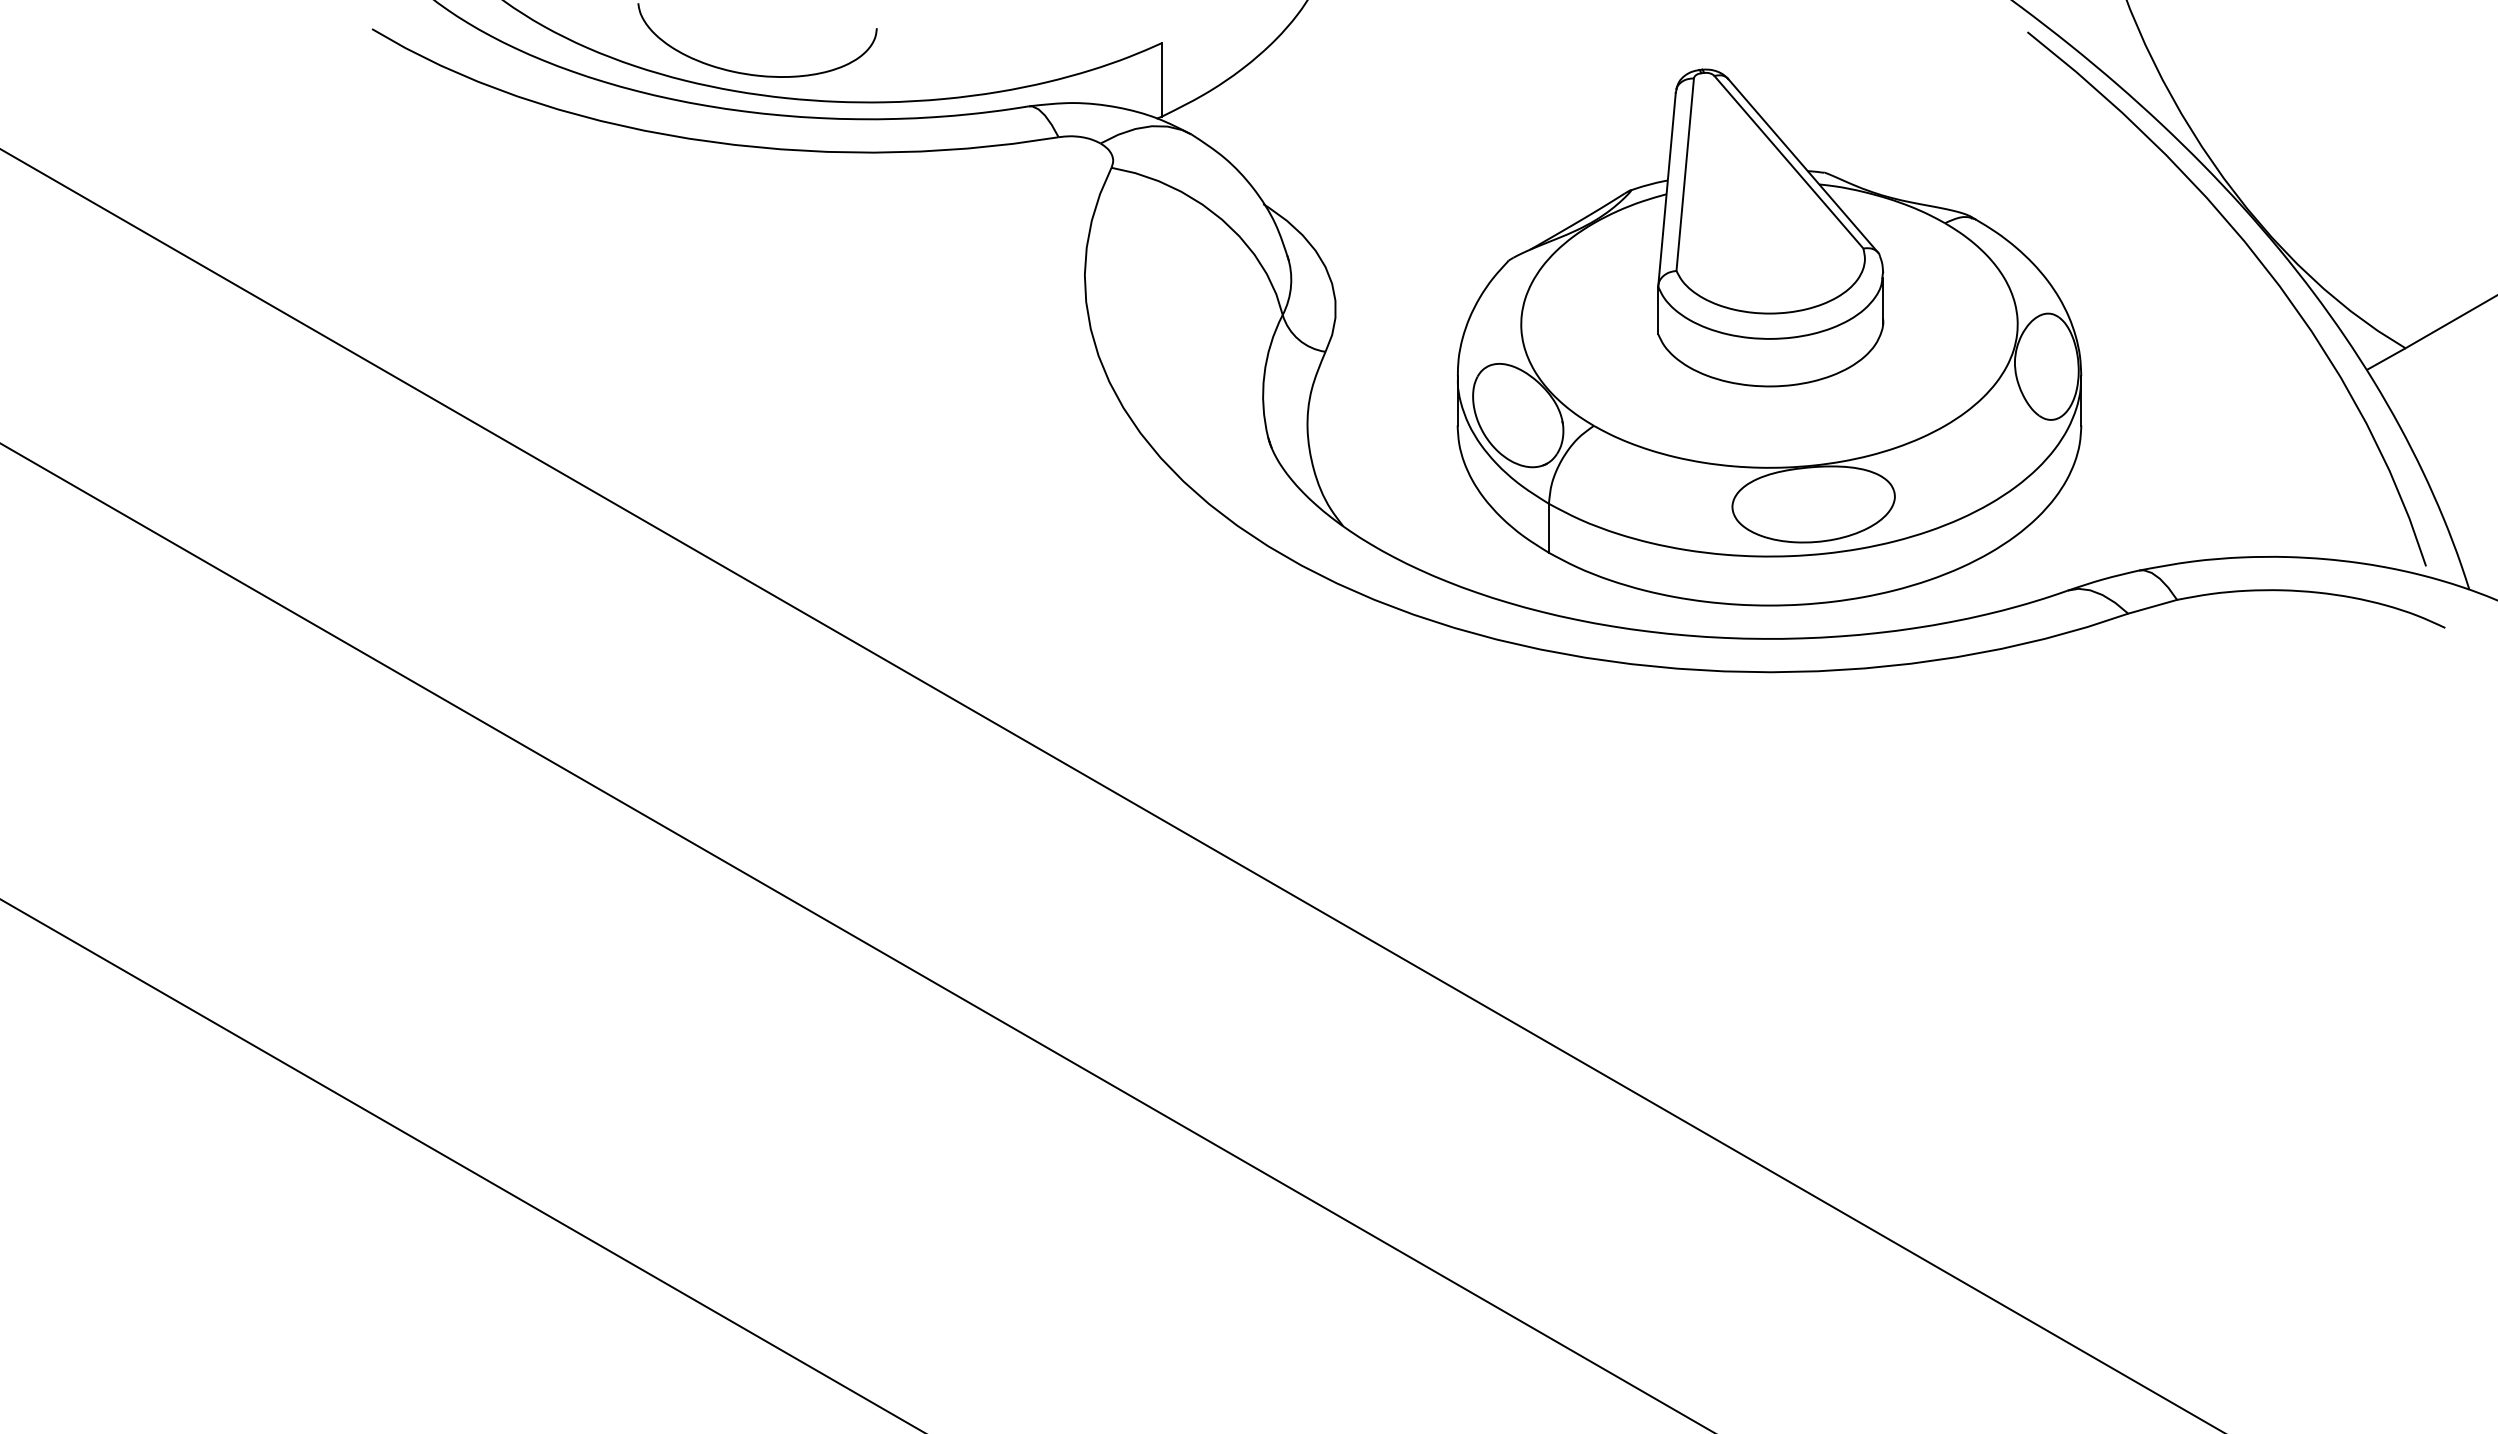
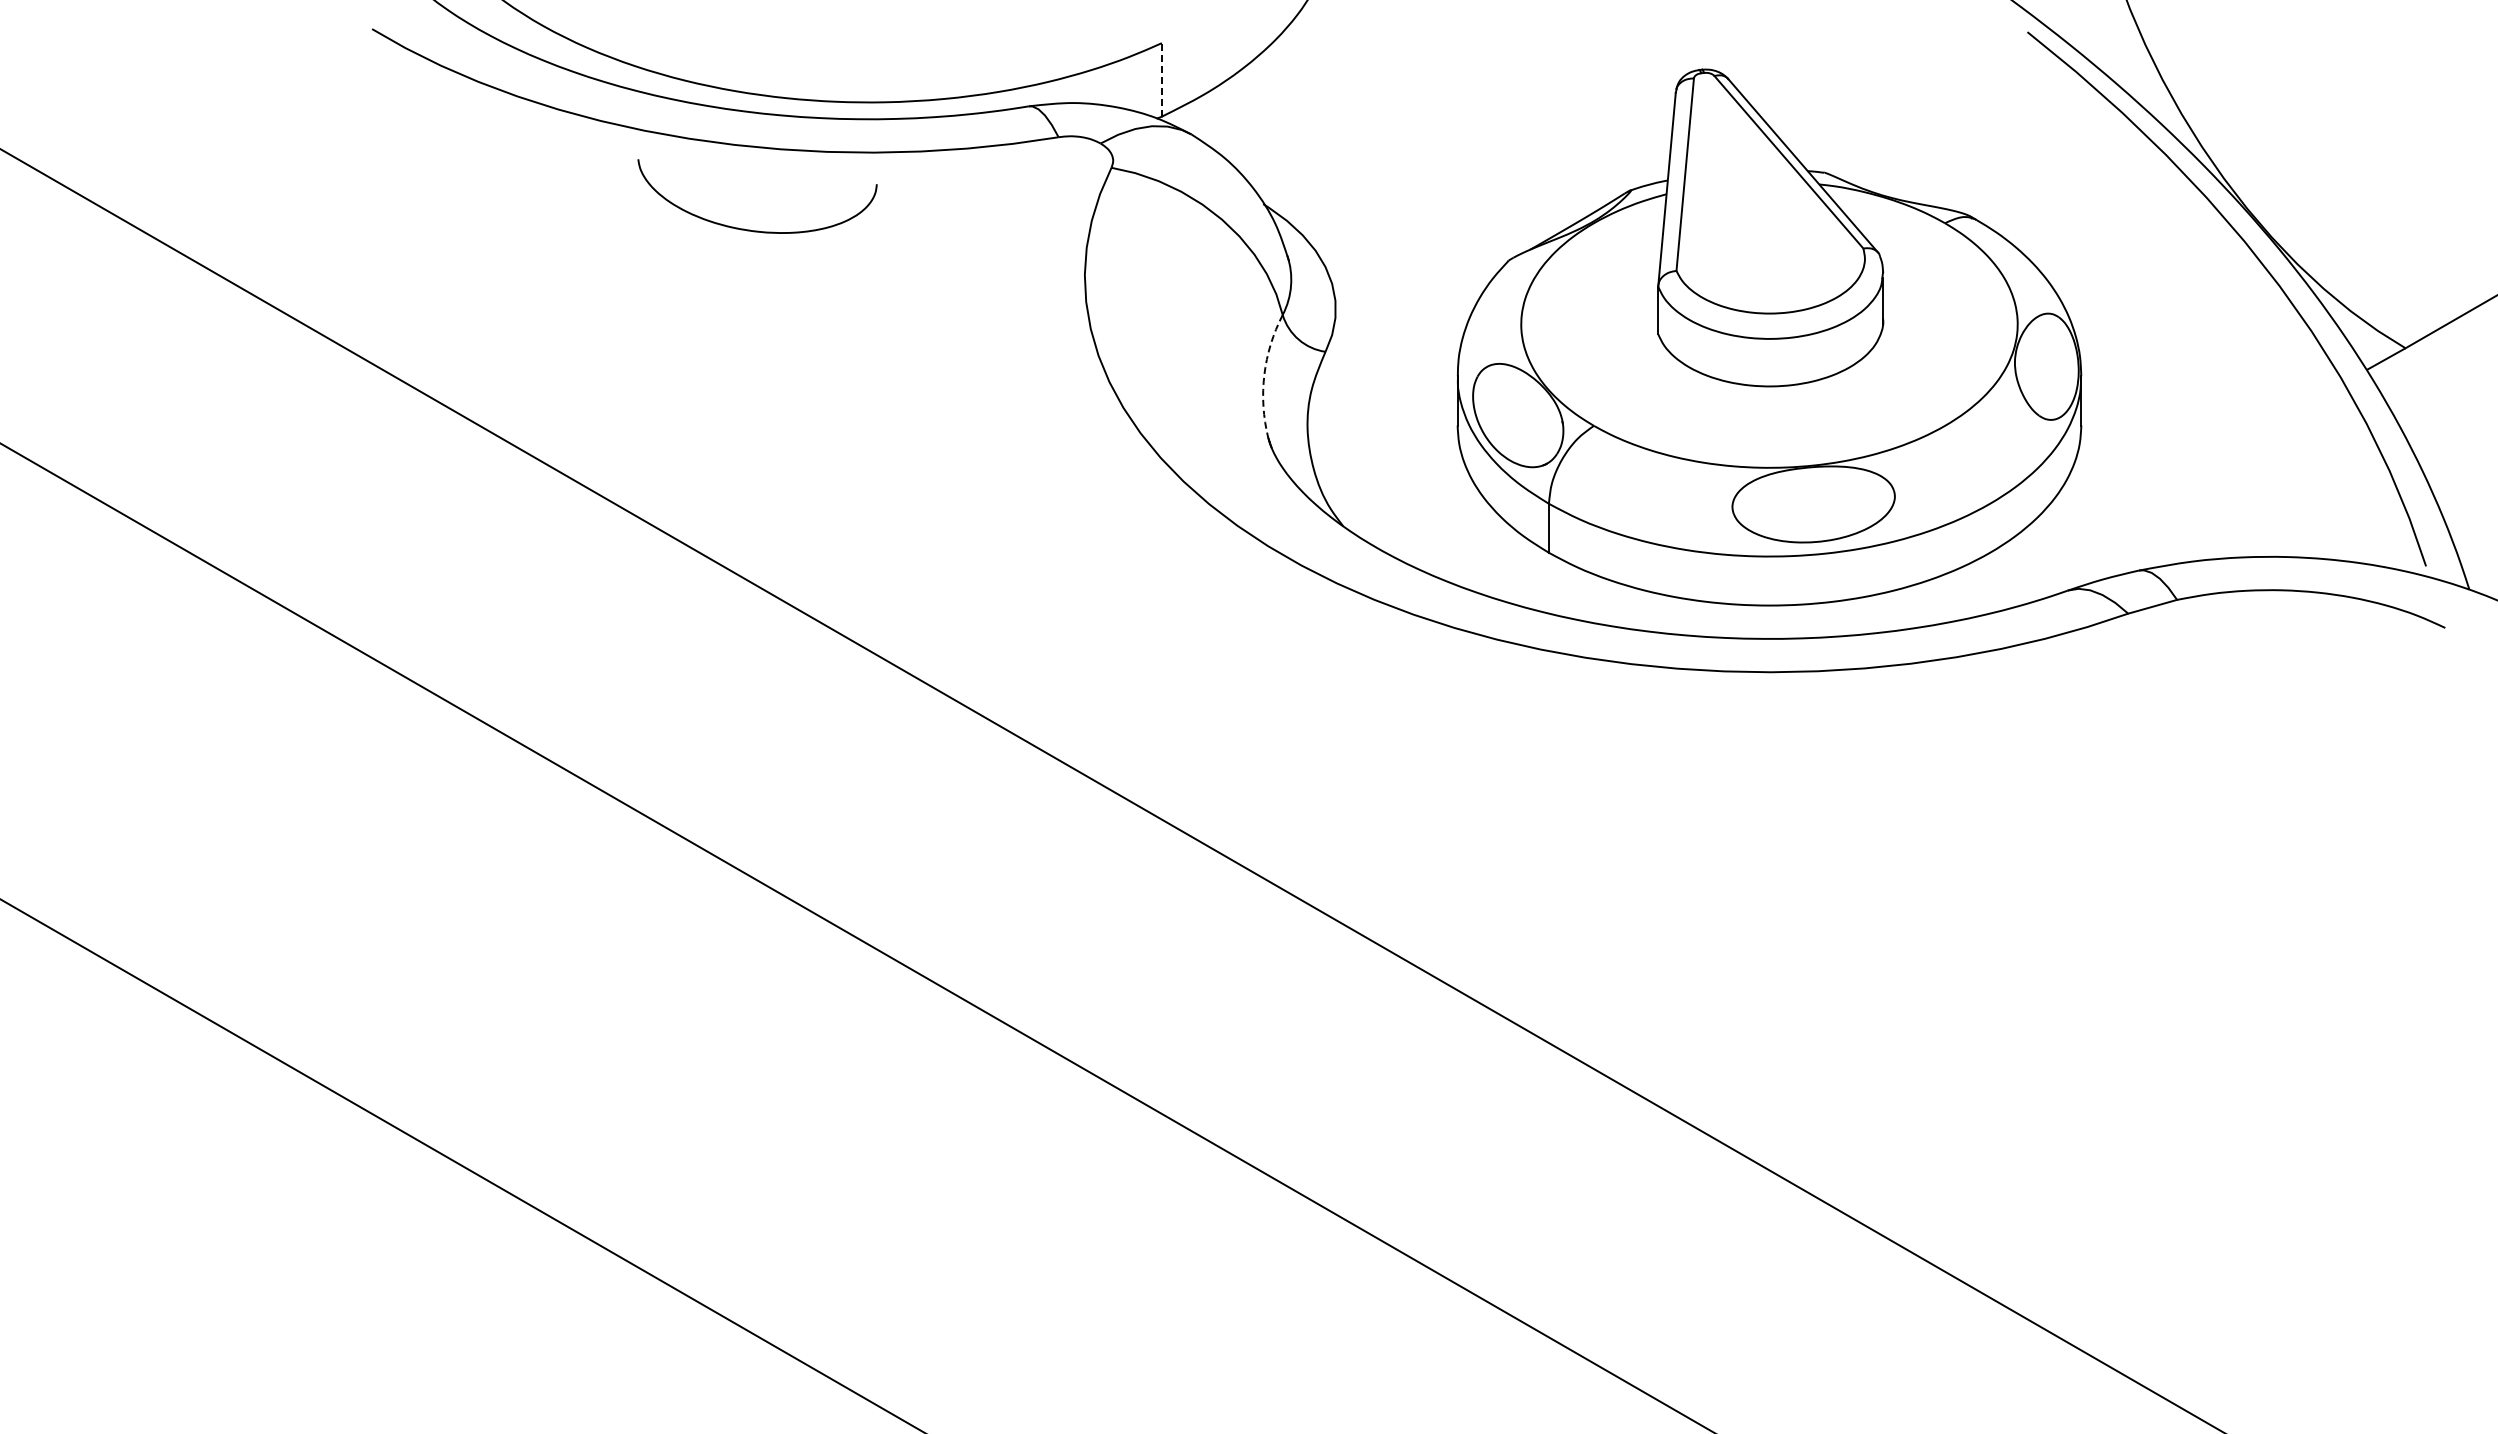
curve at (750, 73) position: (750, 73) -> (750, 229)
line at (1161, 79): solid -> dashed
arc at (1264, 375): solid -> dashed
